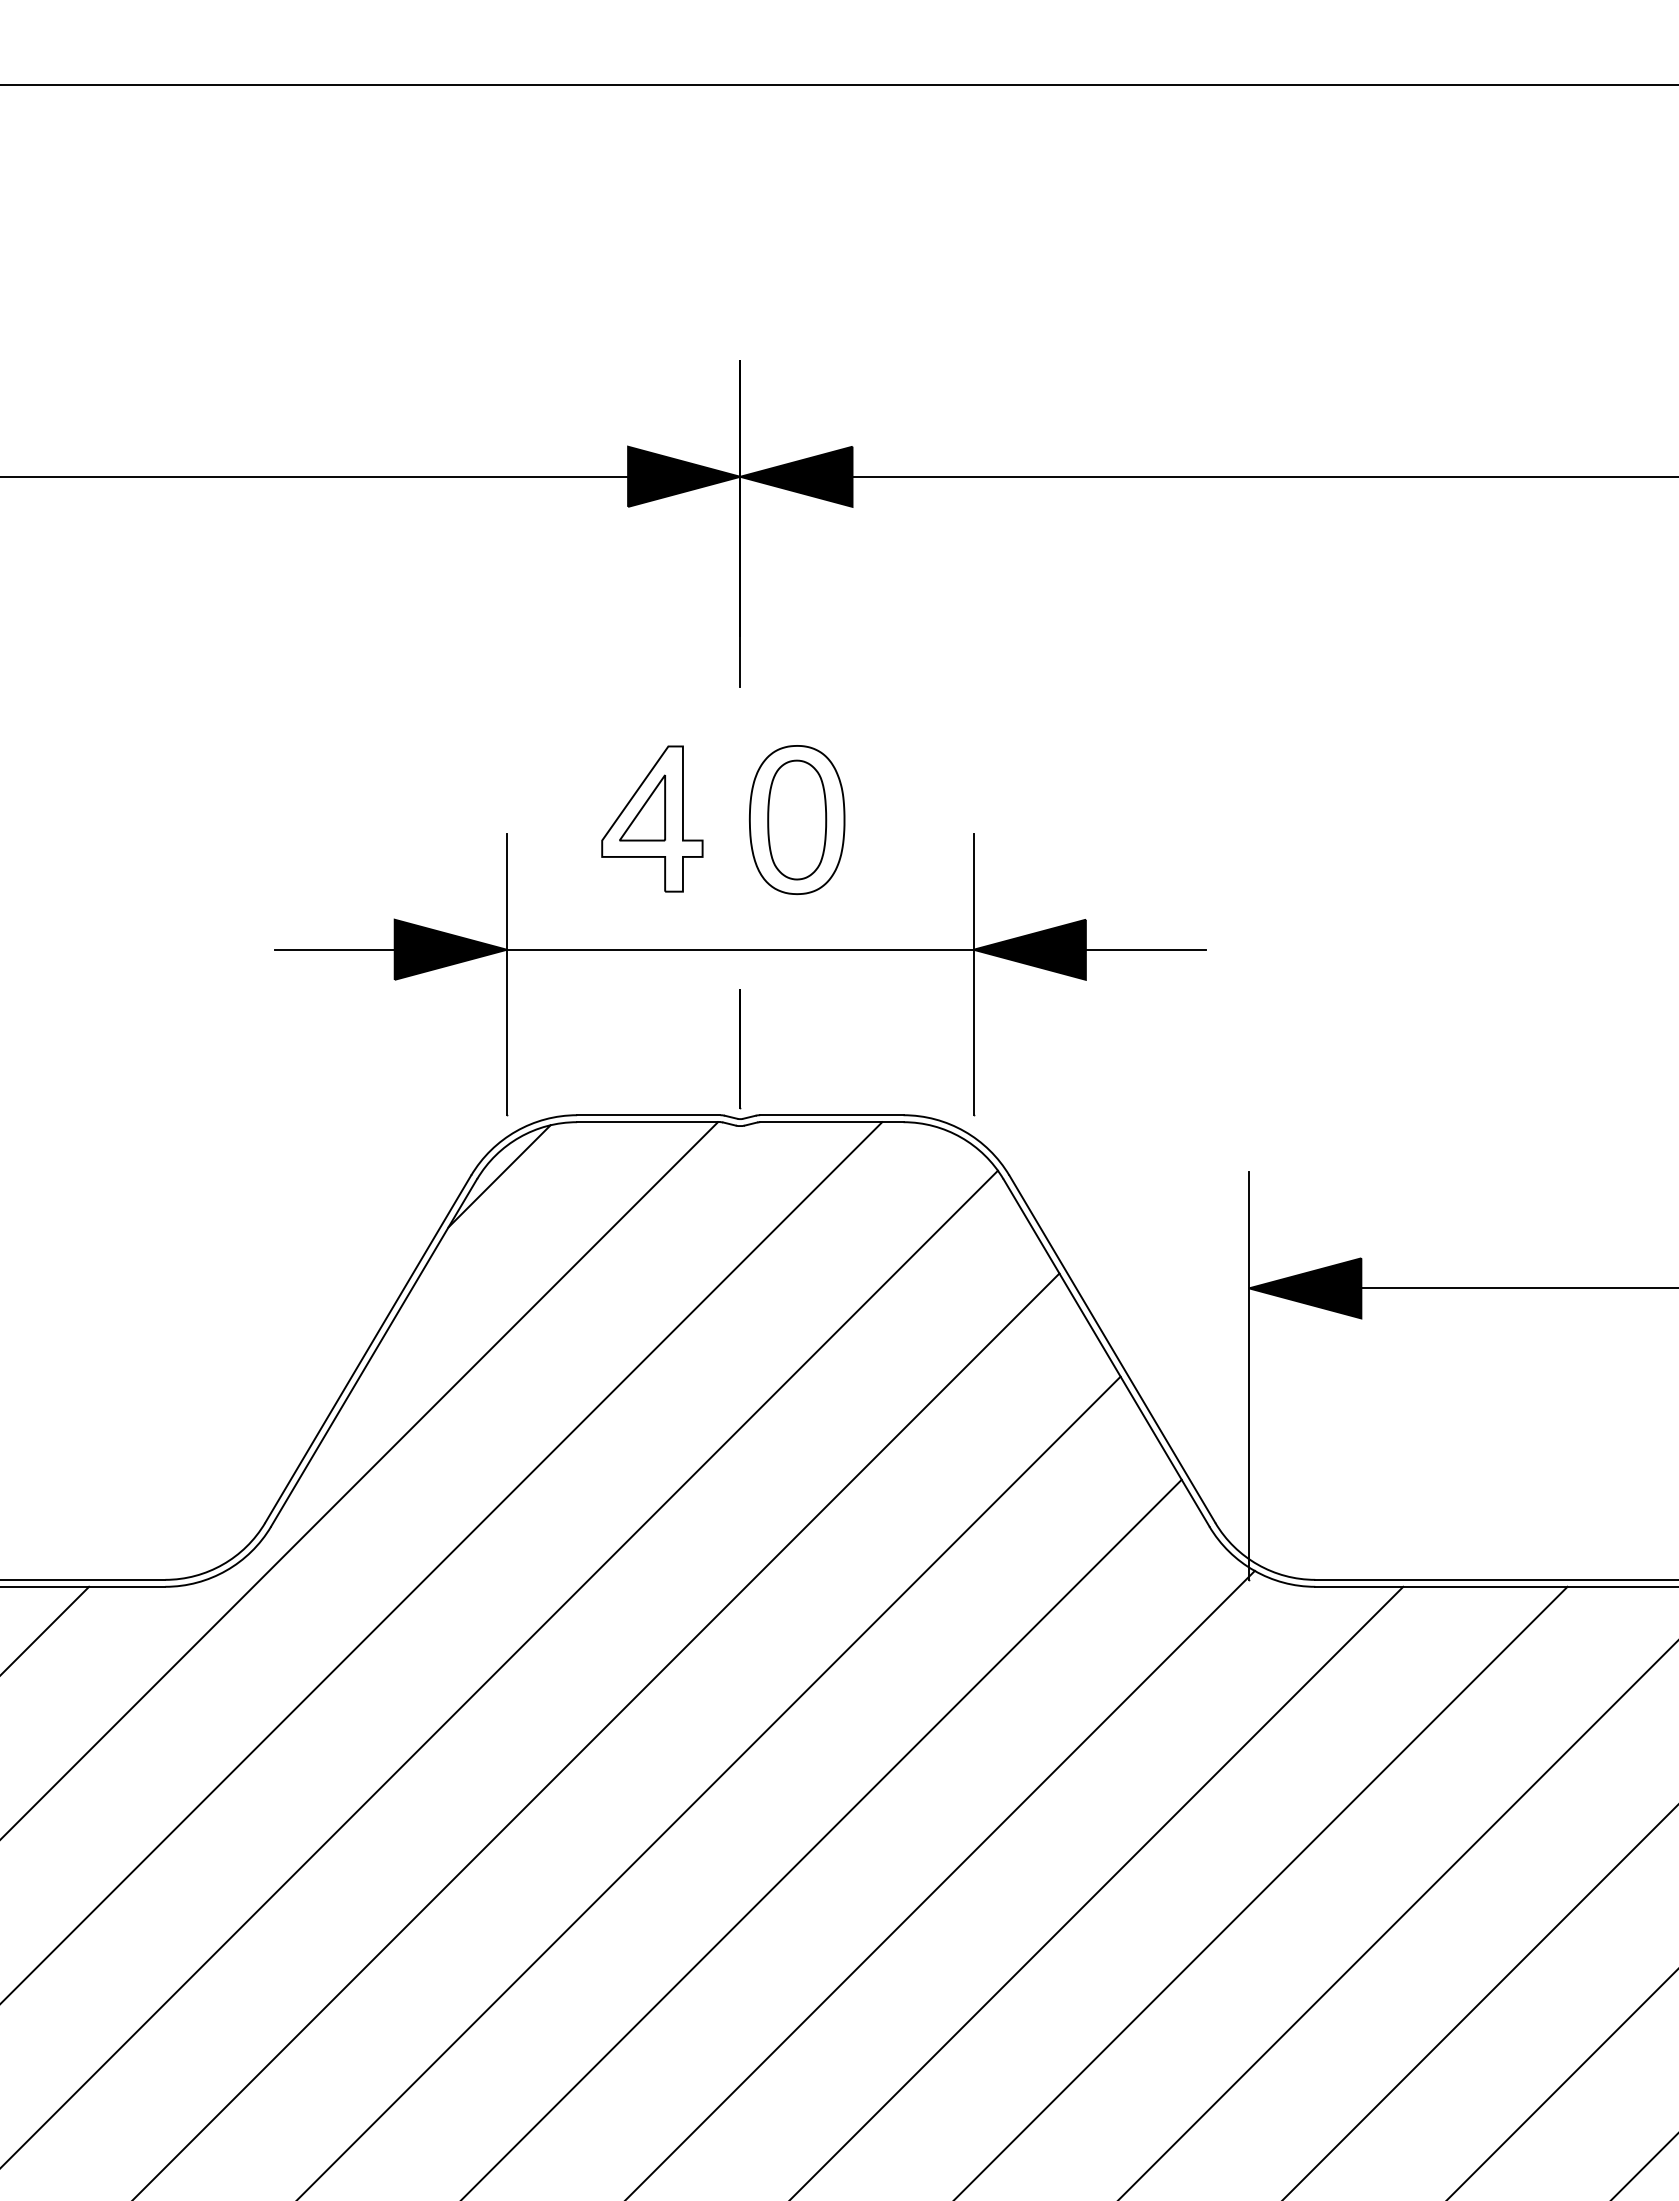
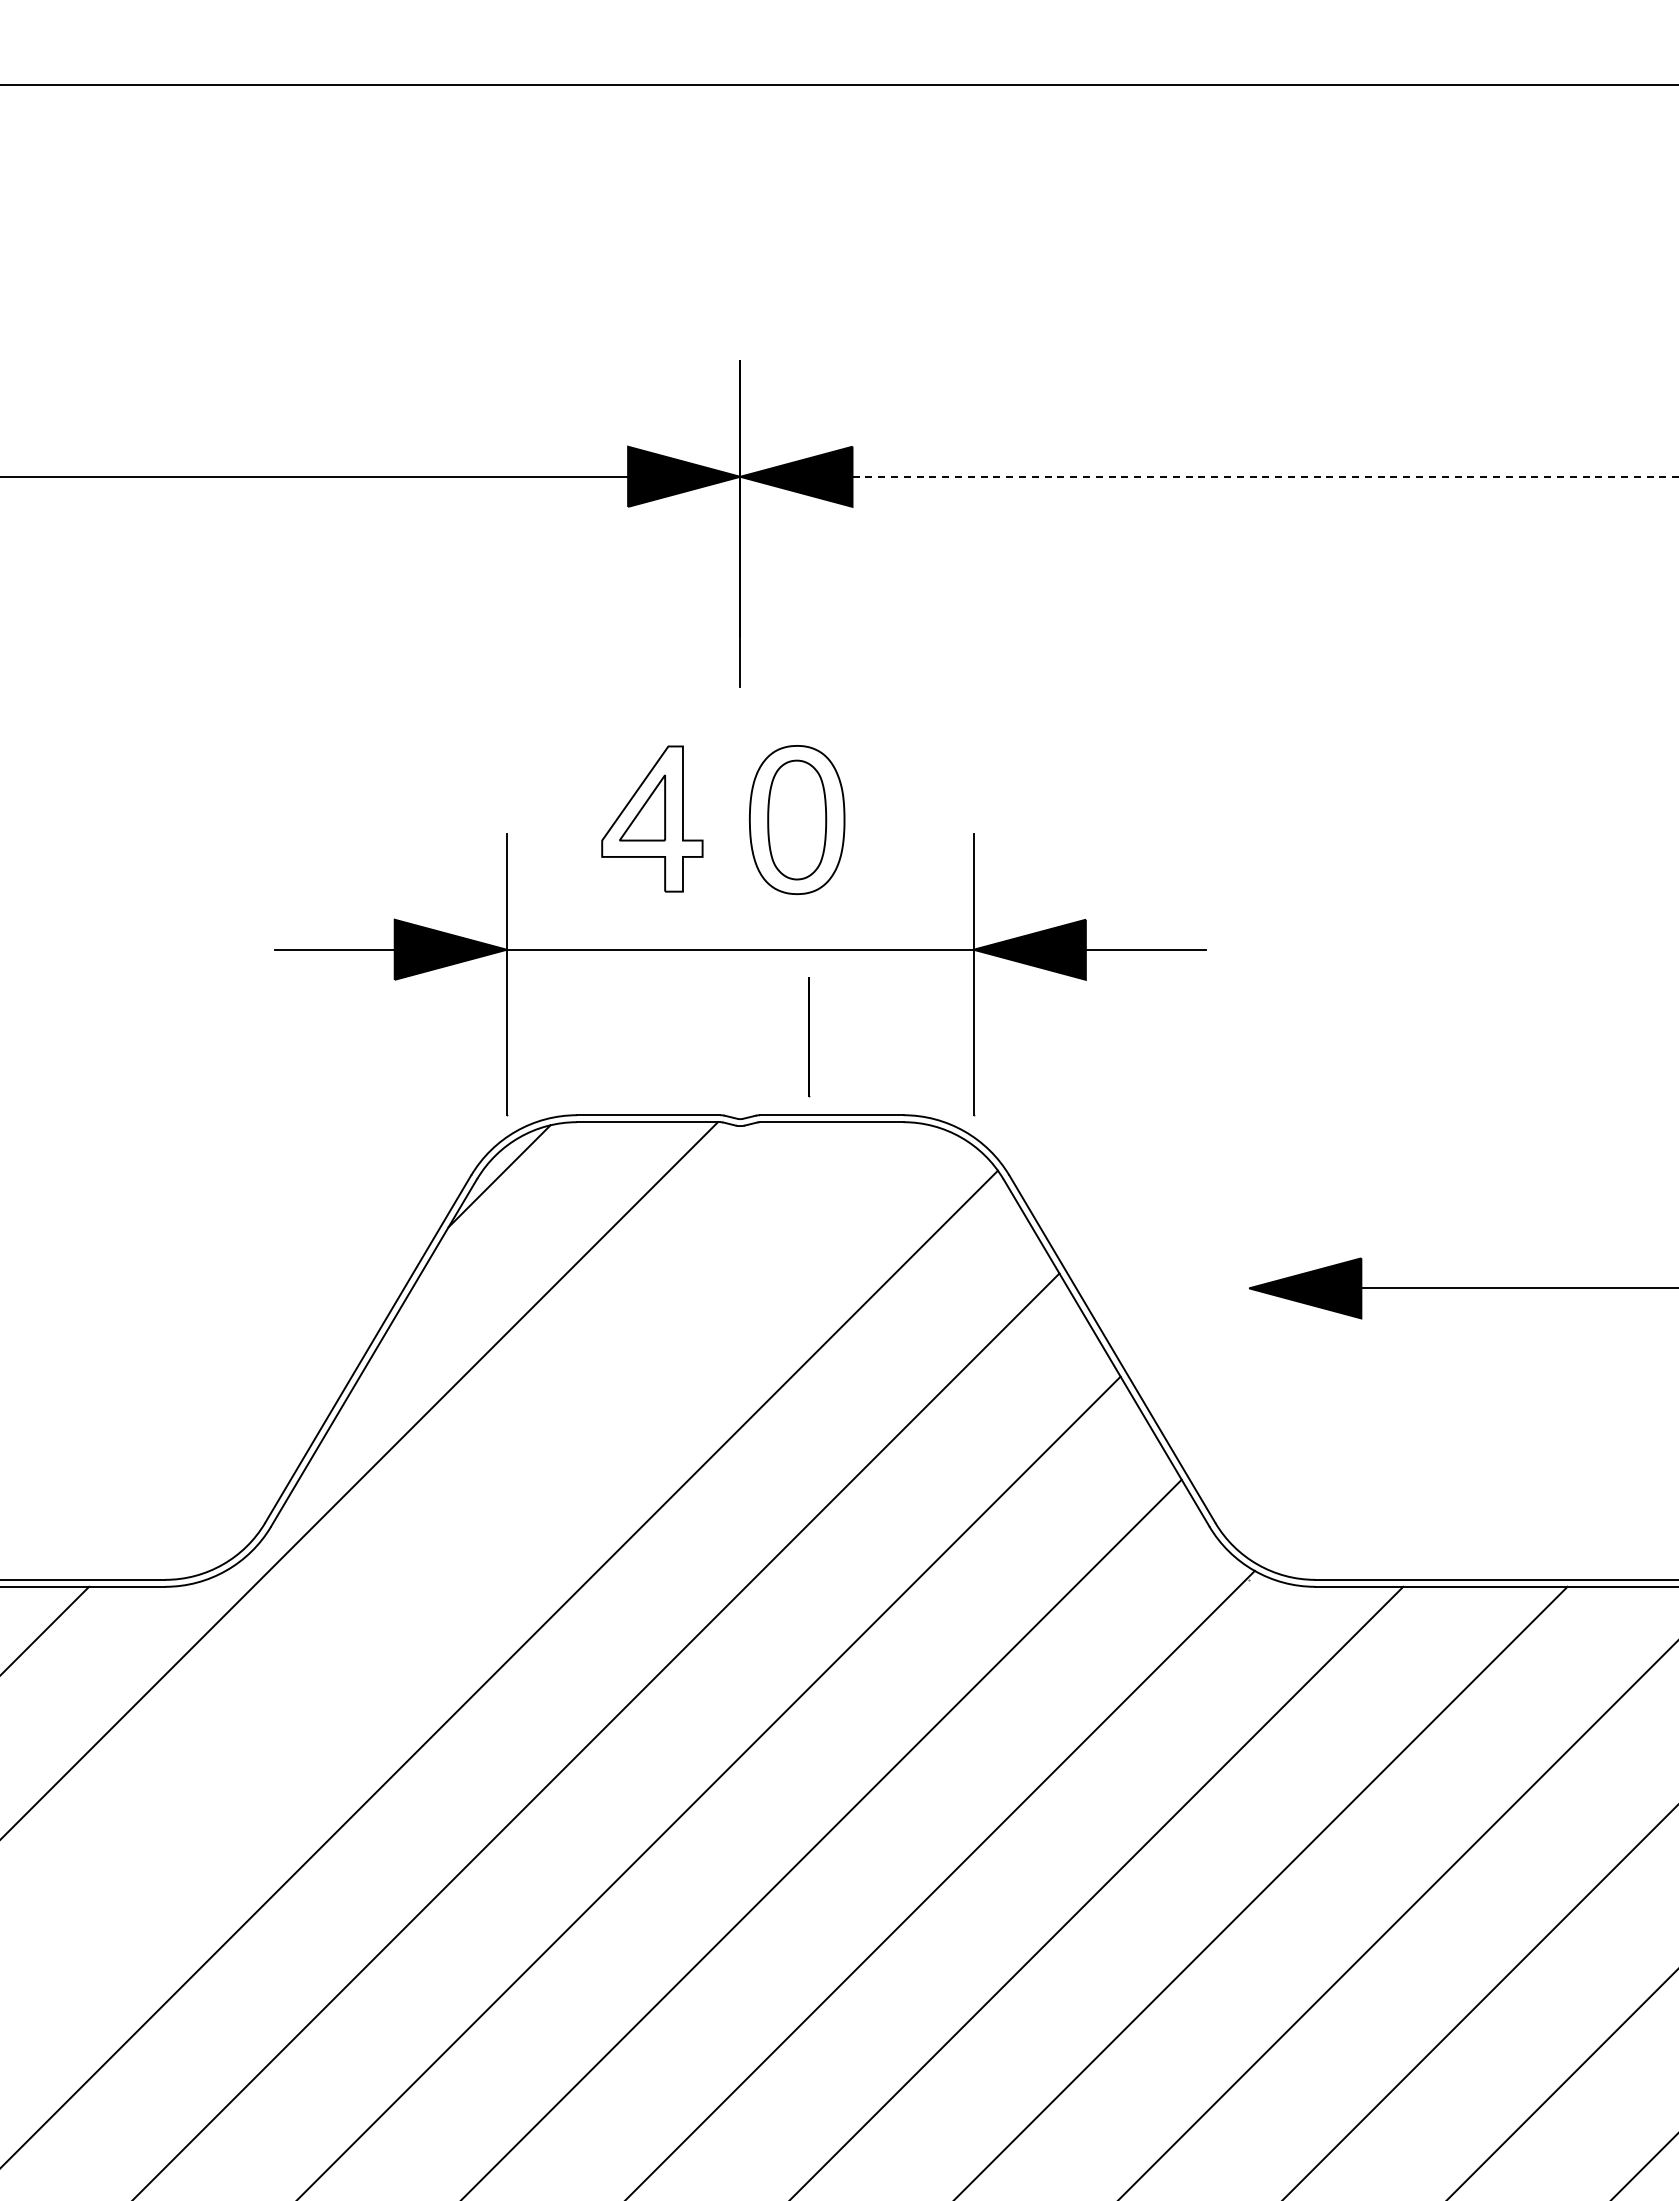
line at (1265, 476): solid -> dashed
line at (740, 1049) position: (740, 1049) -> (809, 1037)
line at (1249, 1375): present -> none
line at (442, 1562): present -> none
